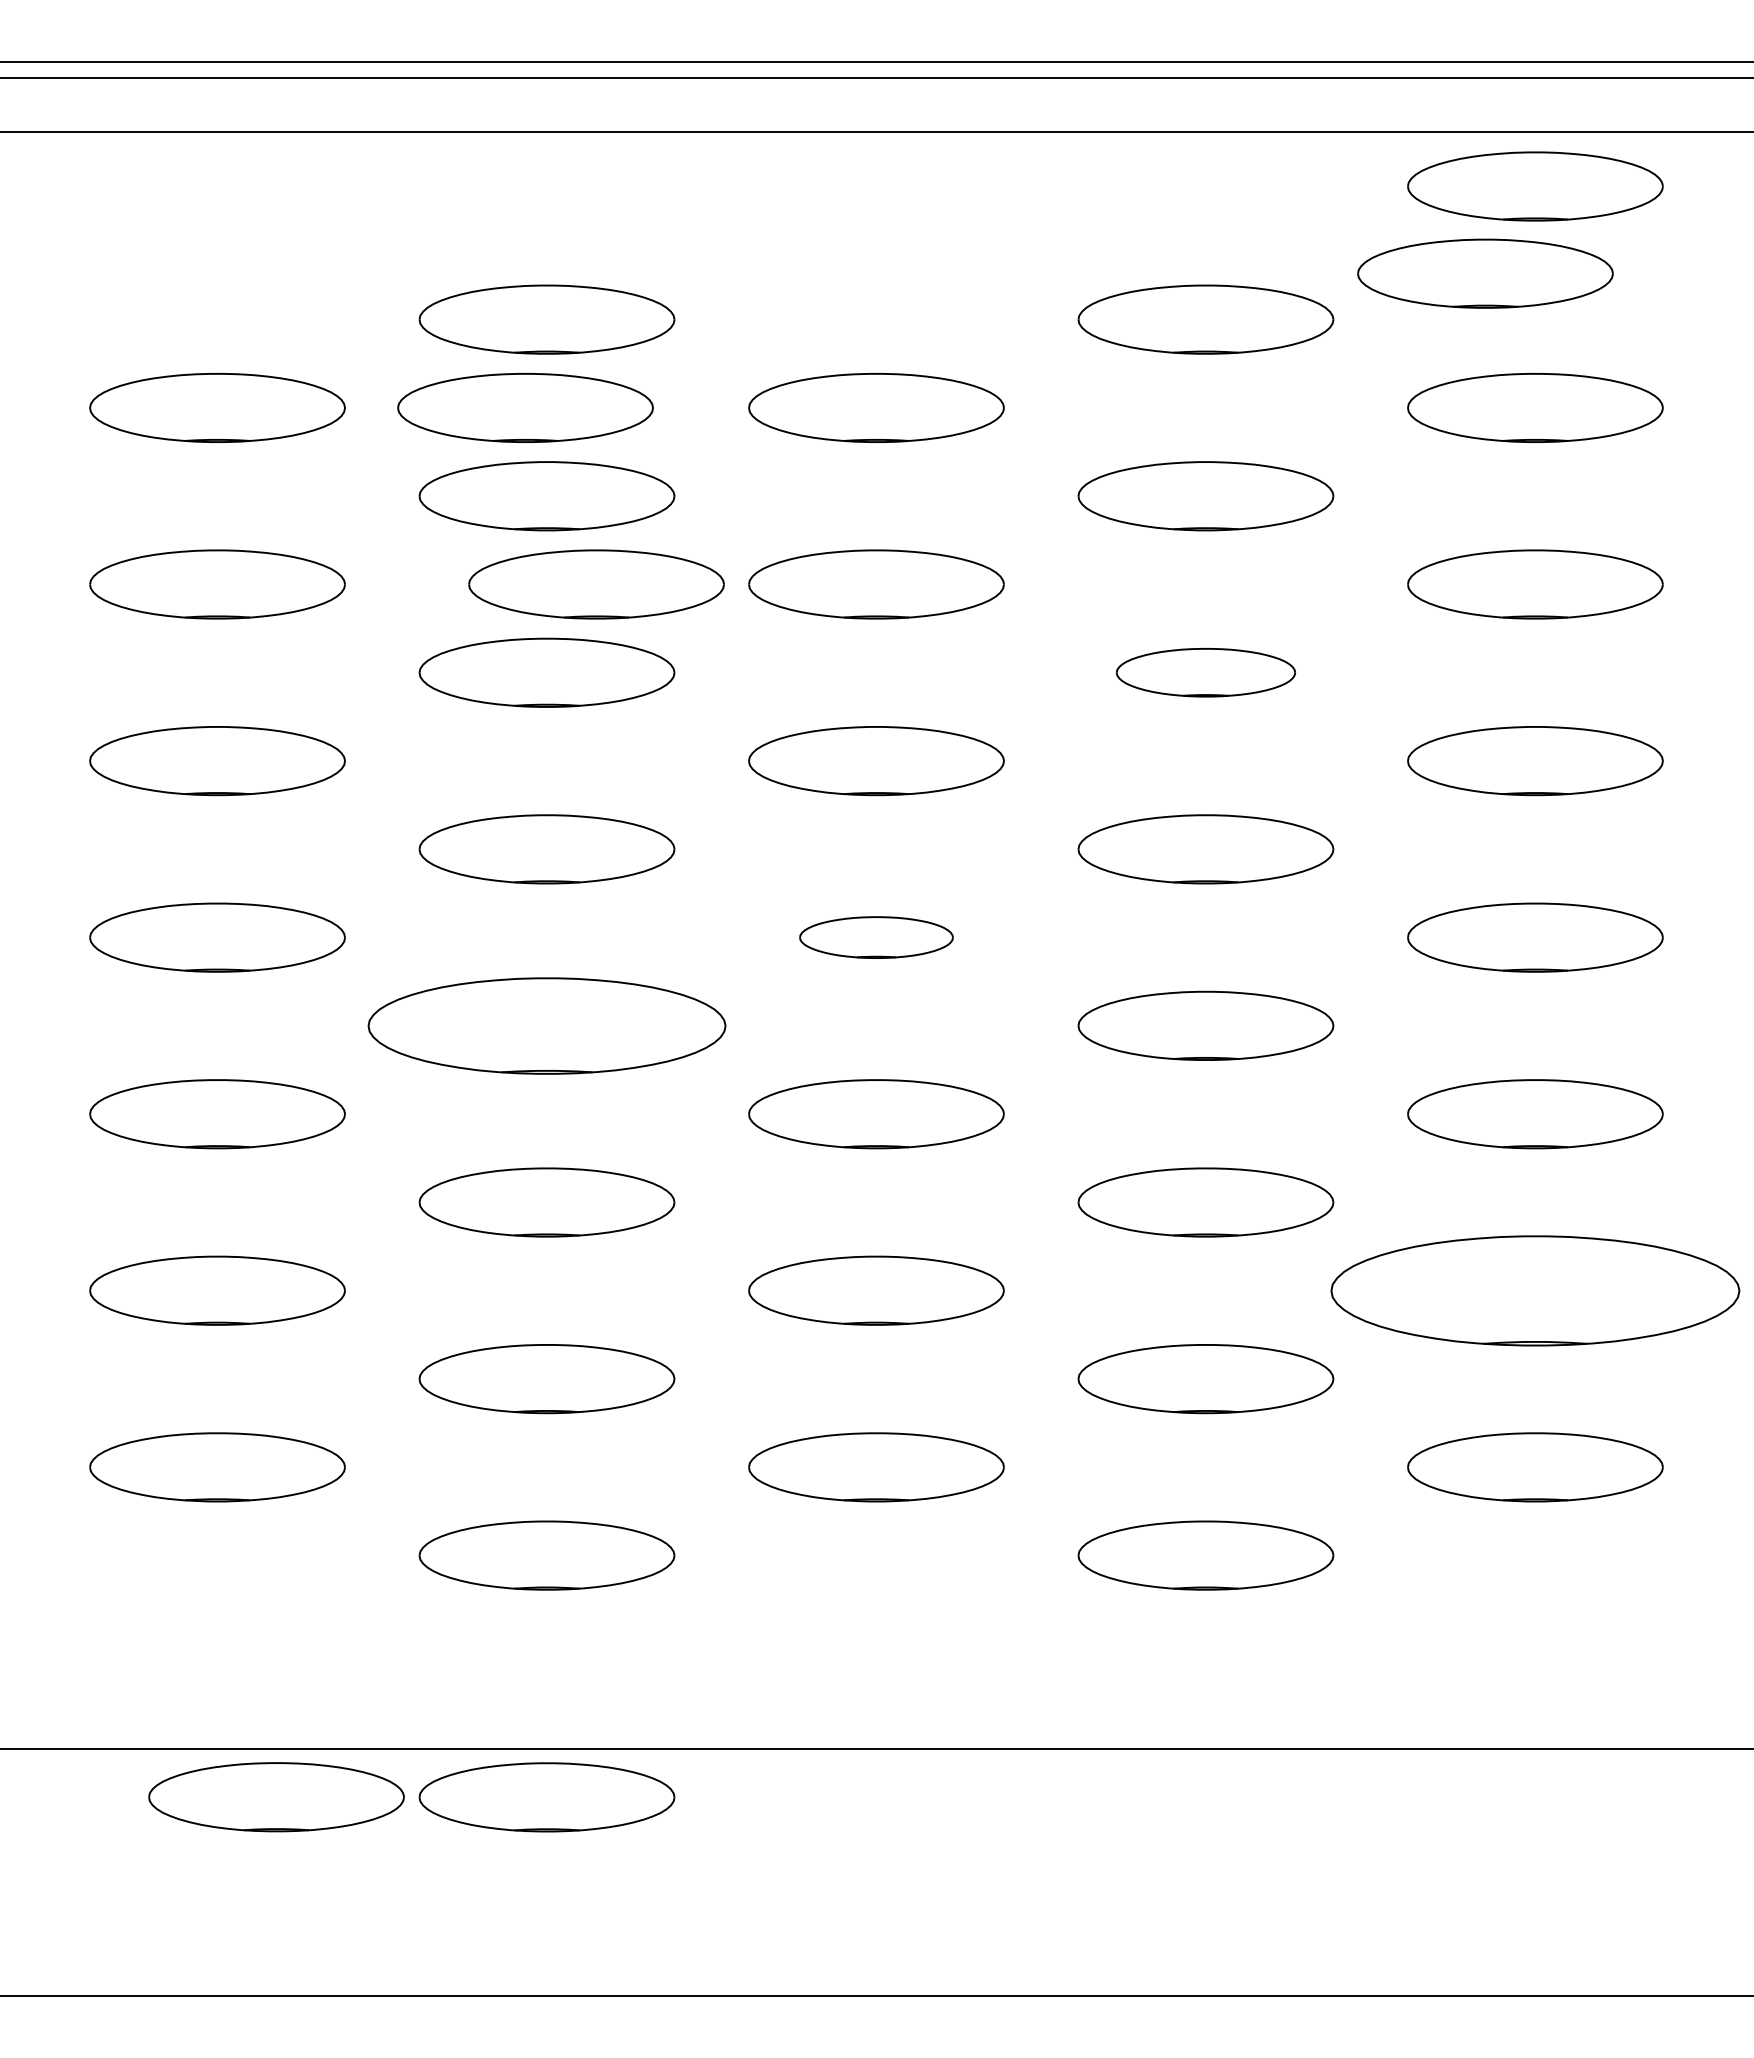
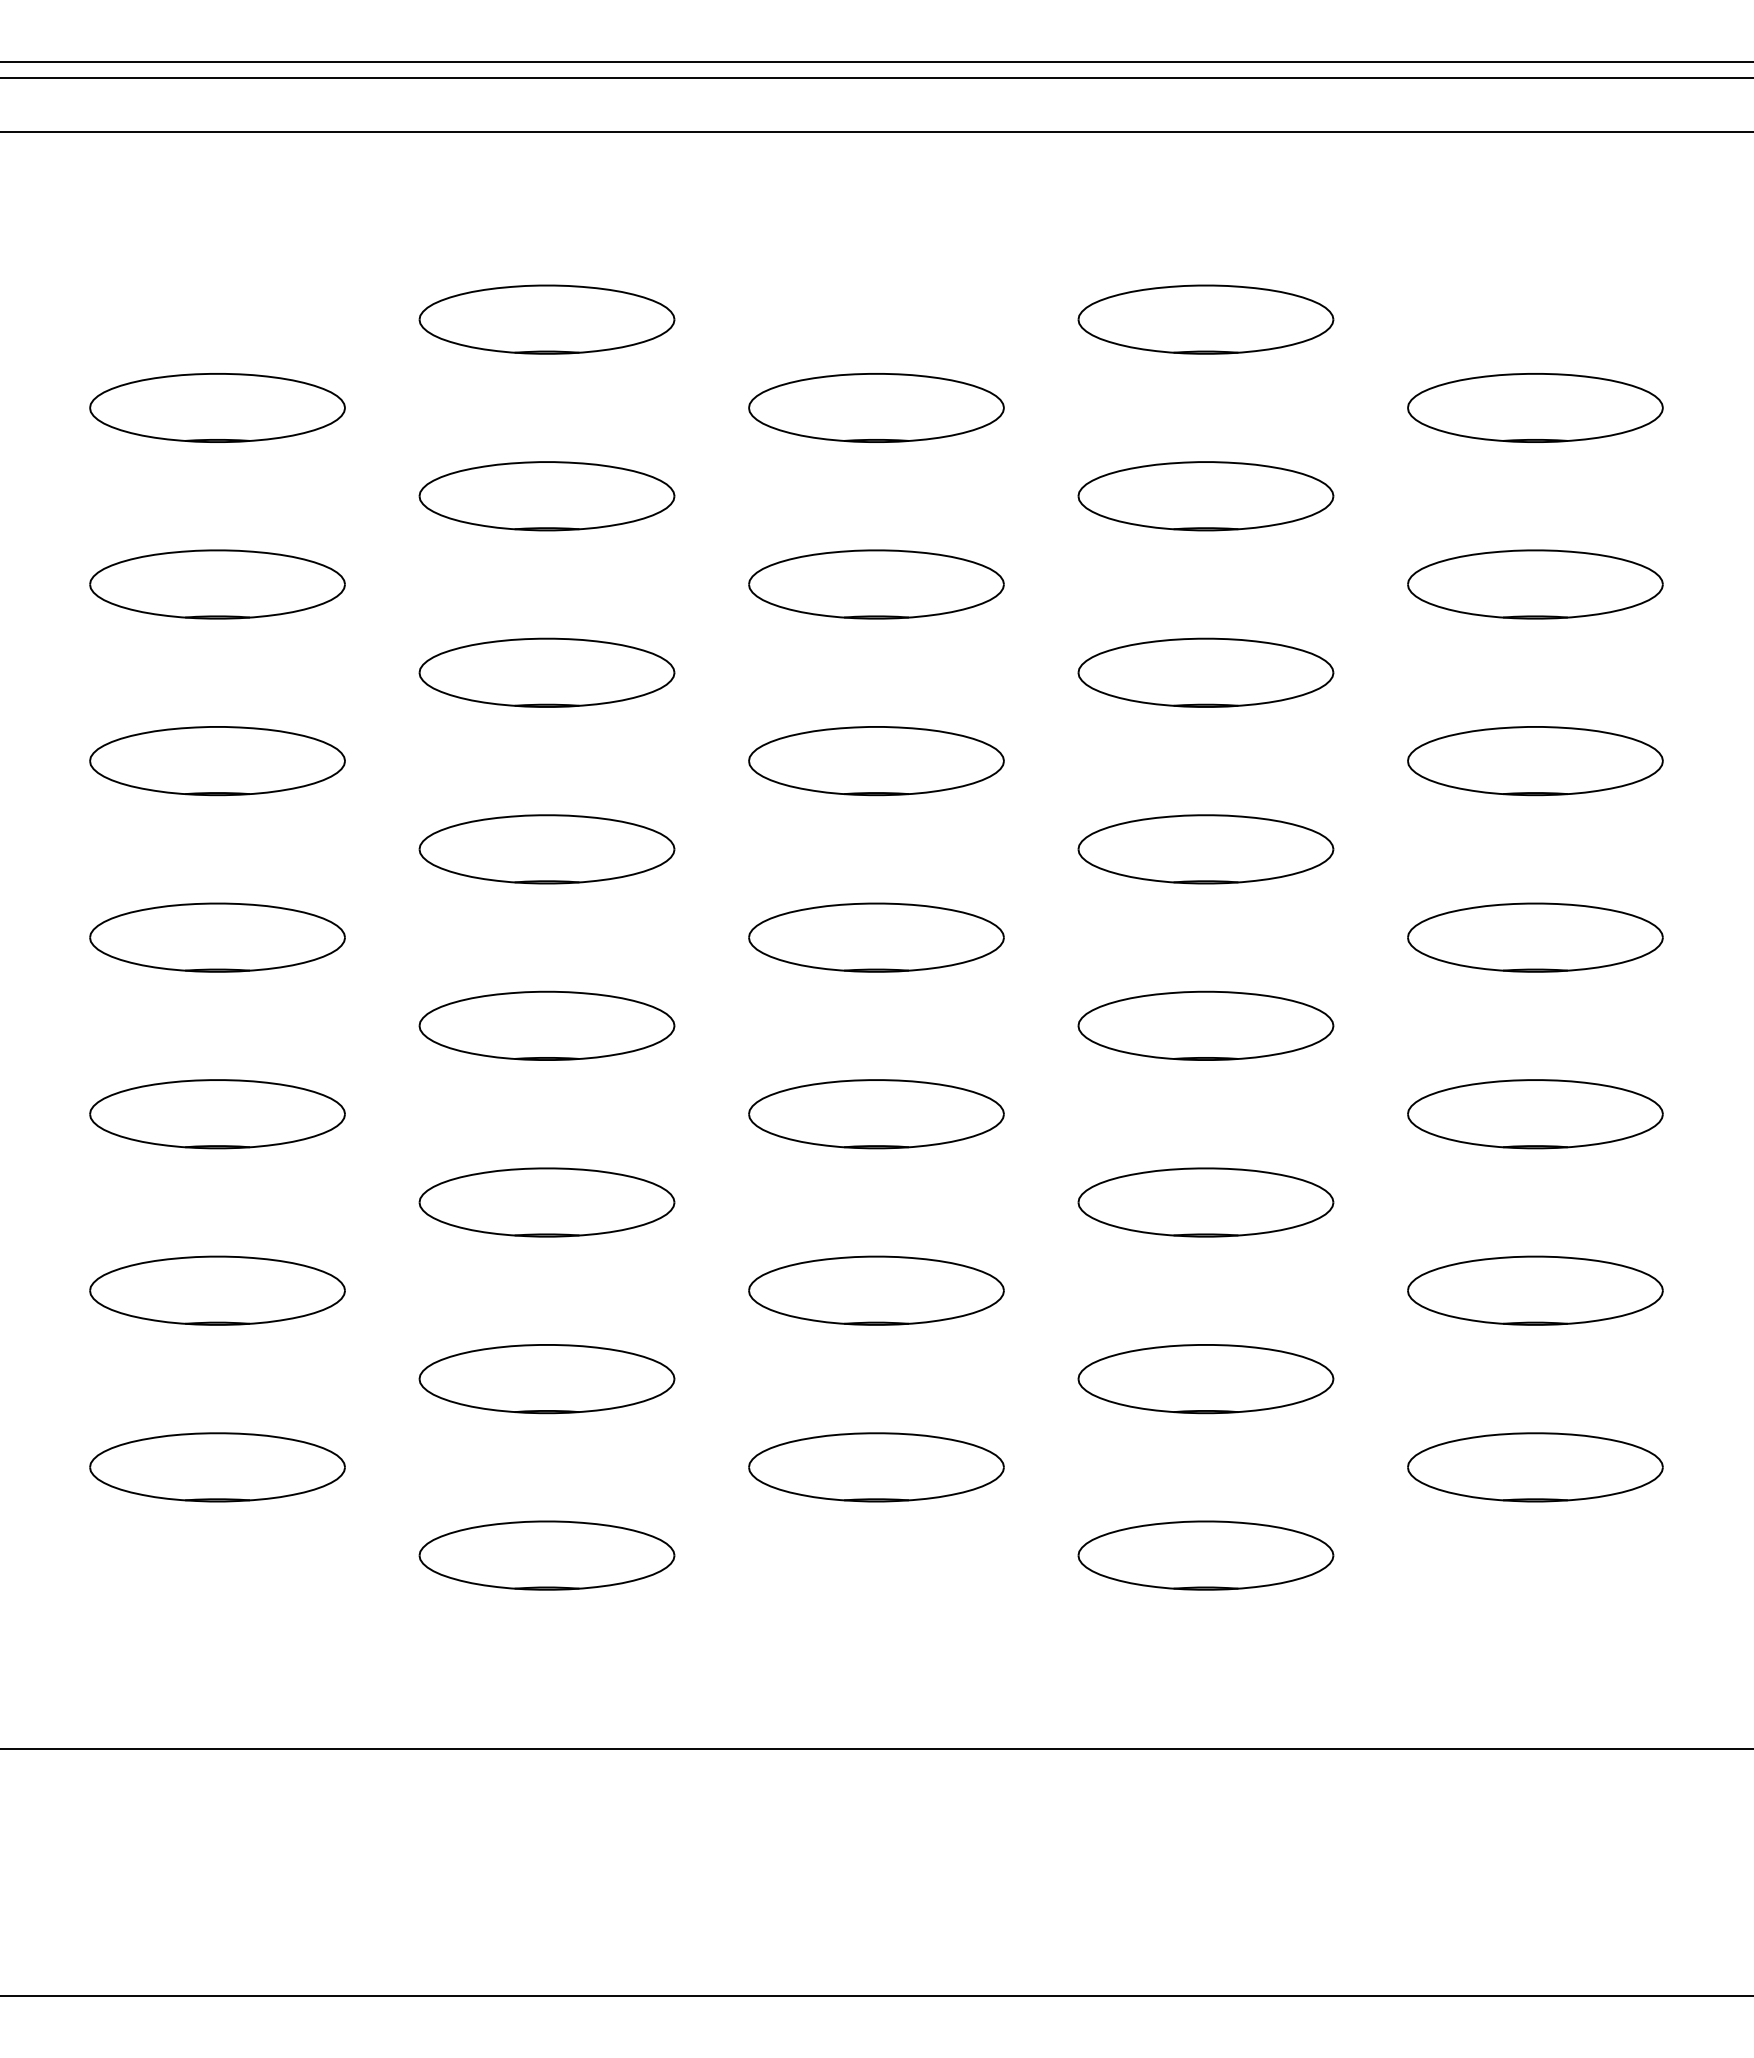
part at (1535, 186): present -> none
part at (1485, 273): present -> none
part at (525, 407): present -> none
part at (596, 584): present -> none
part at (1205, 672) size: 180x50 px -> 258x71 px
part at (876, 937) size: 155x43 px -> 257x71 px
part at (546, 1025) size: 360x98 px -> 258x71 px
part at (1535, 1290) size: 411x112 px -> 257x71 px
part at (276, 1797): present -> none
part at (546, 1797): present -> none
